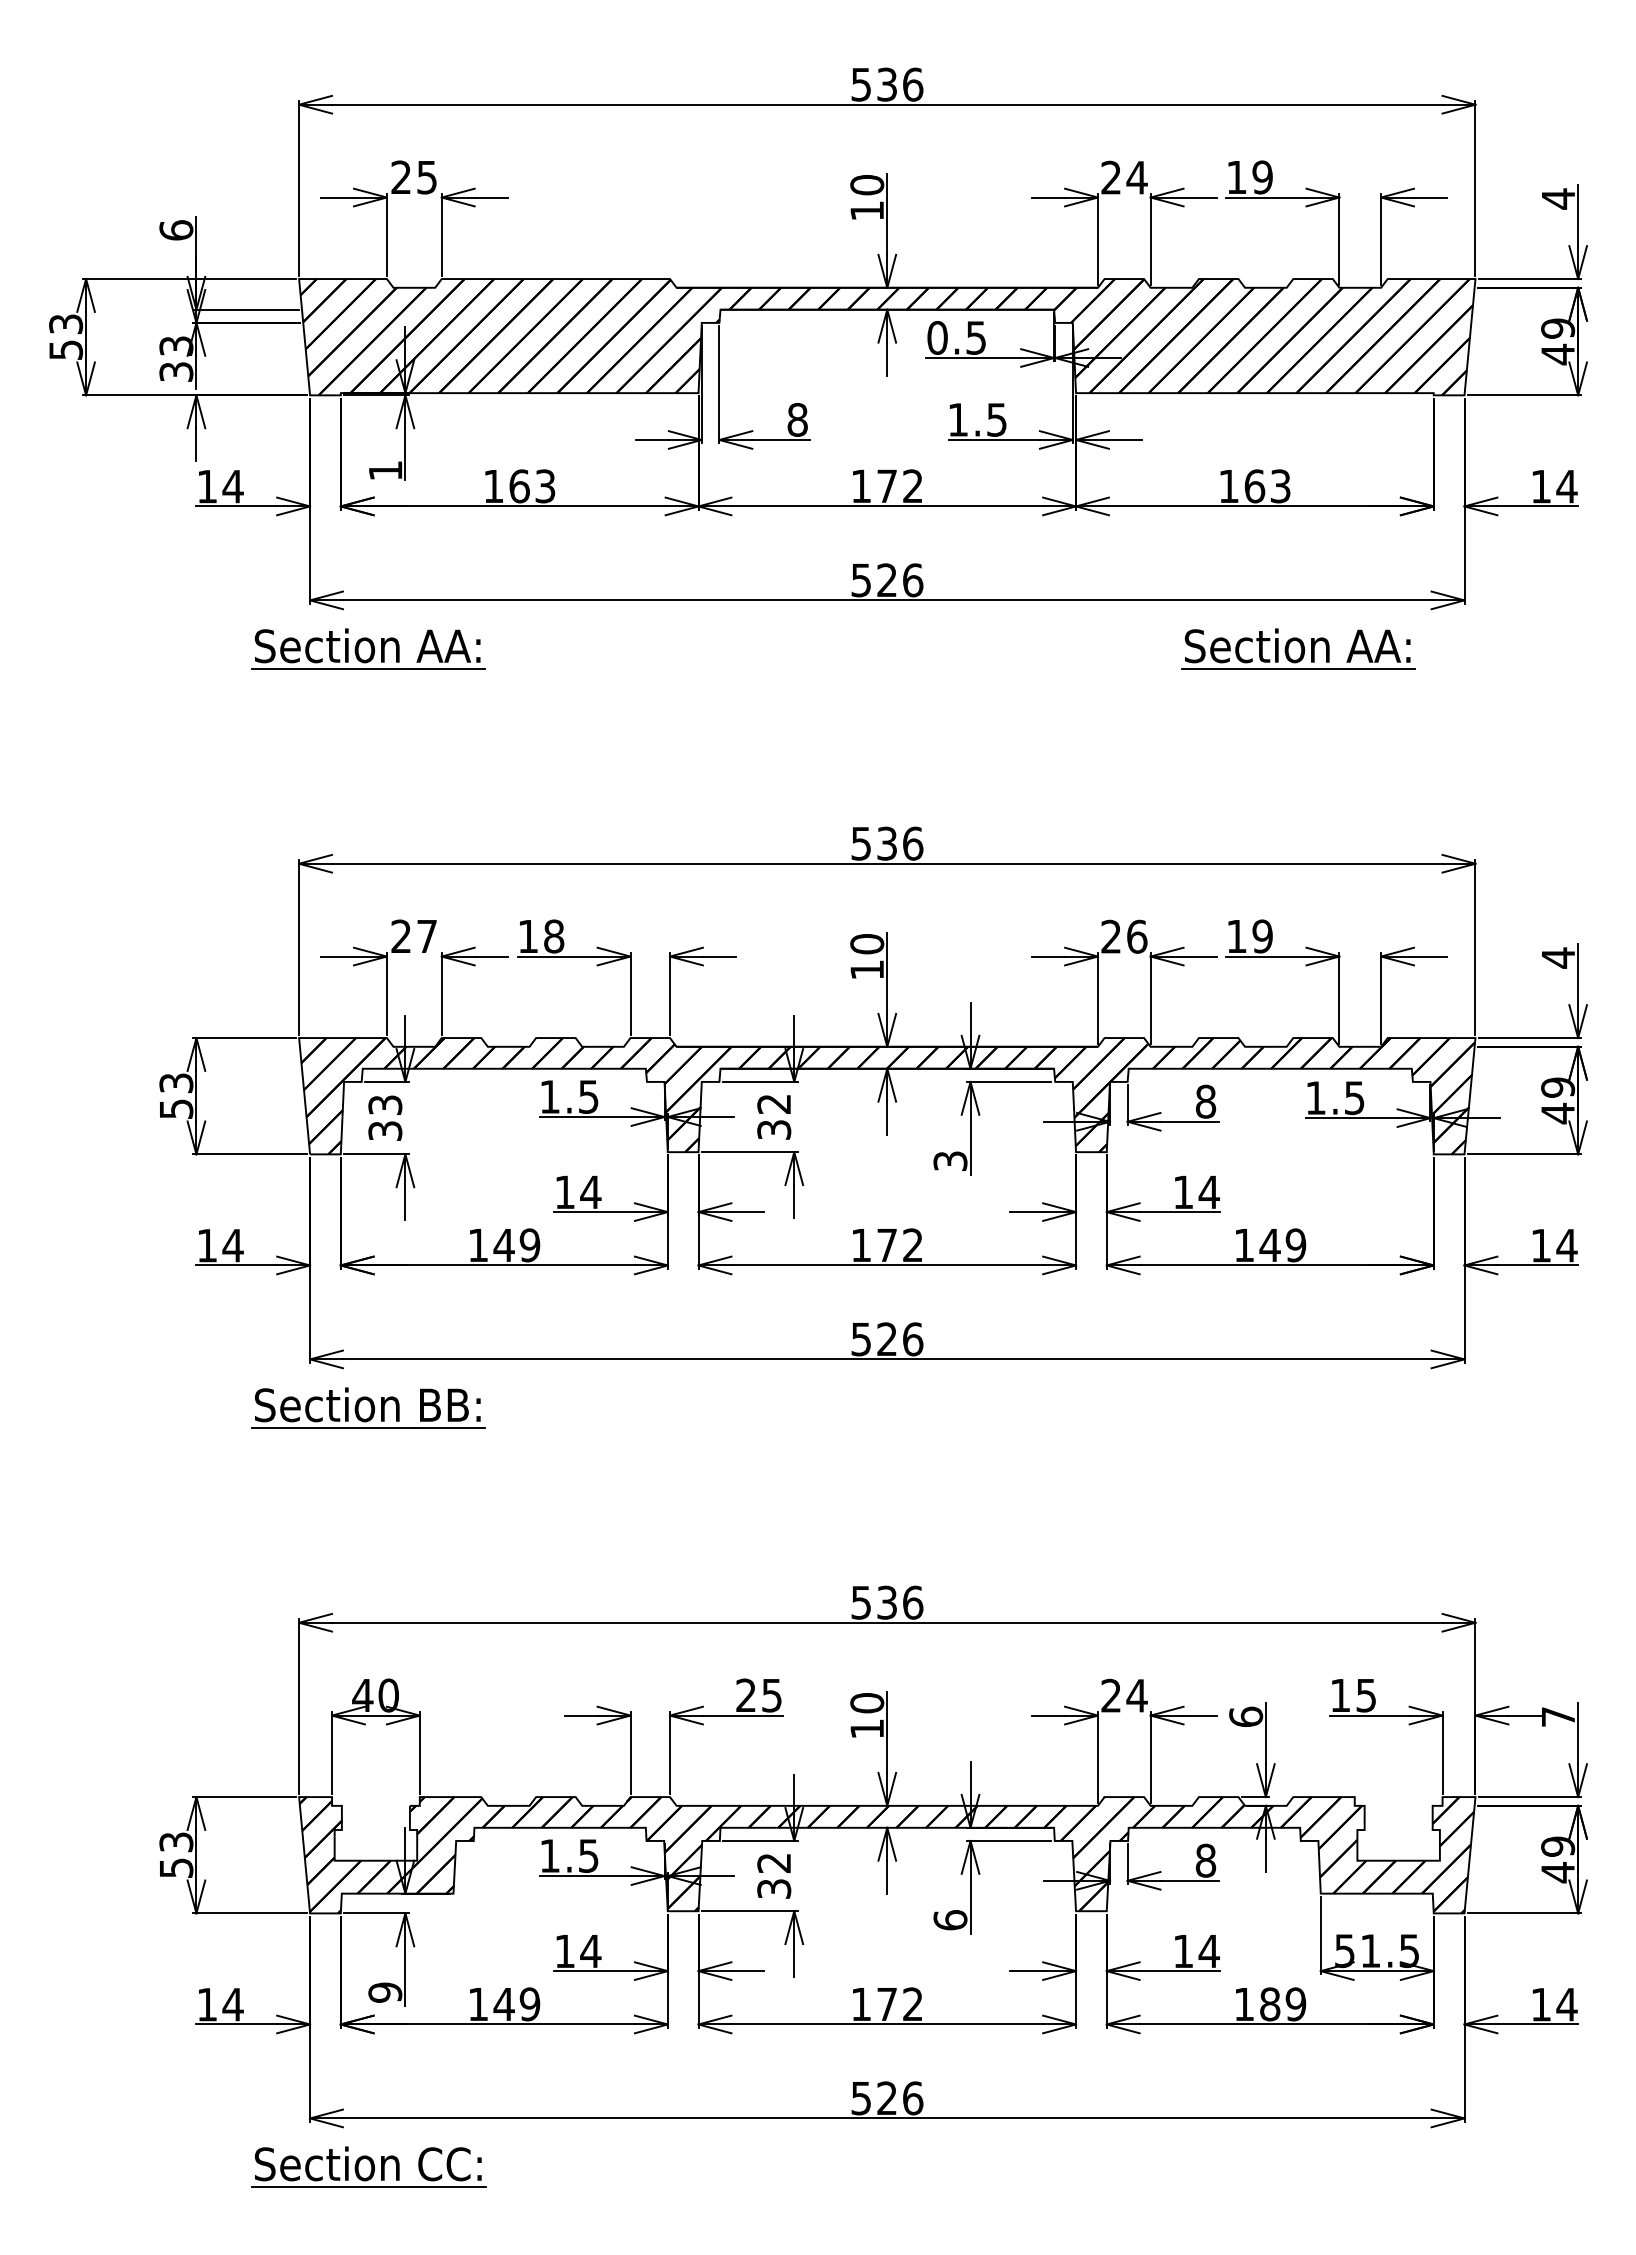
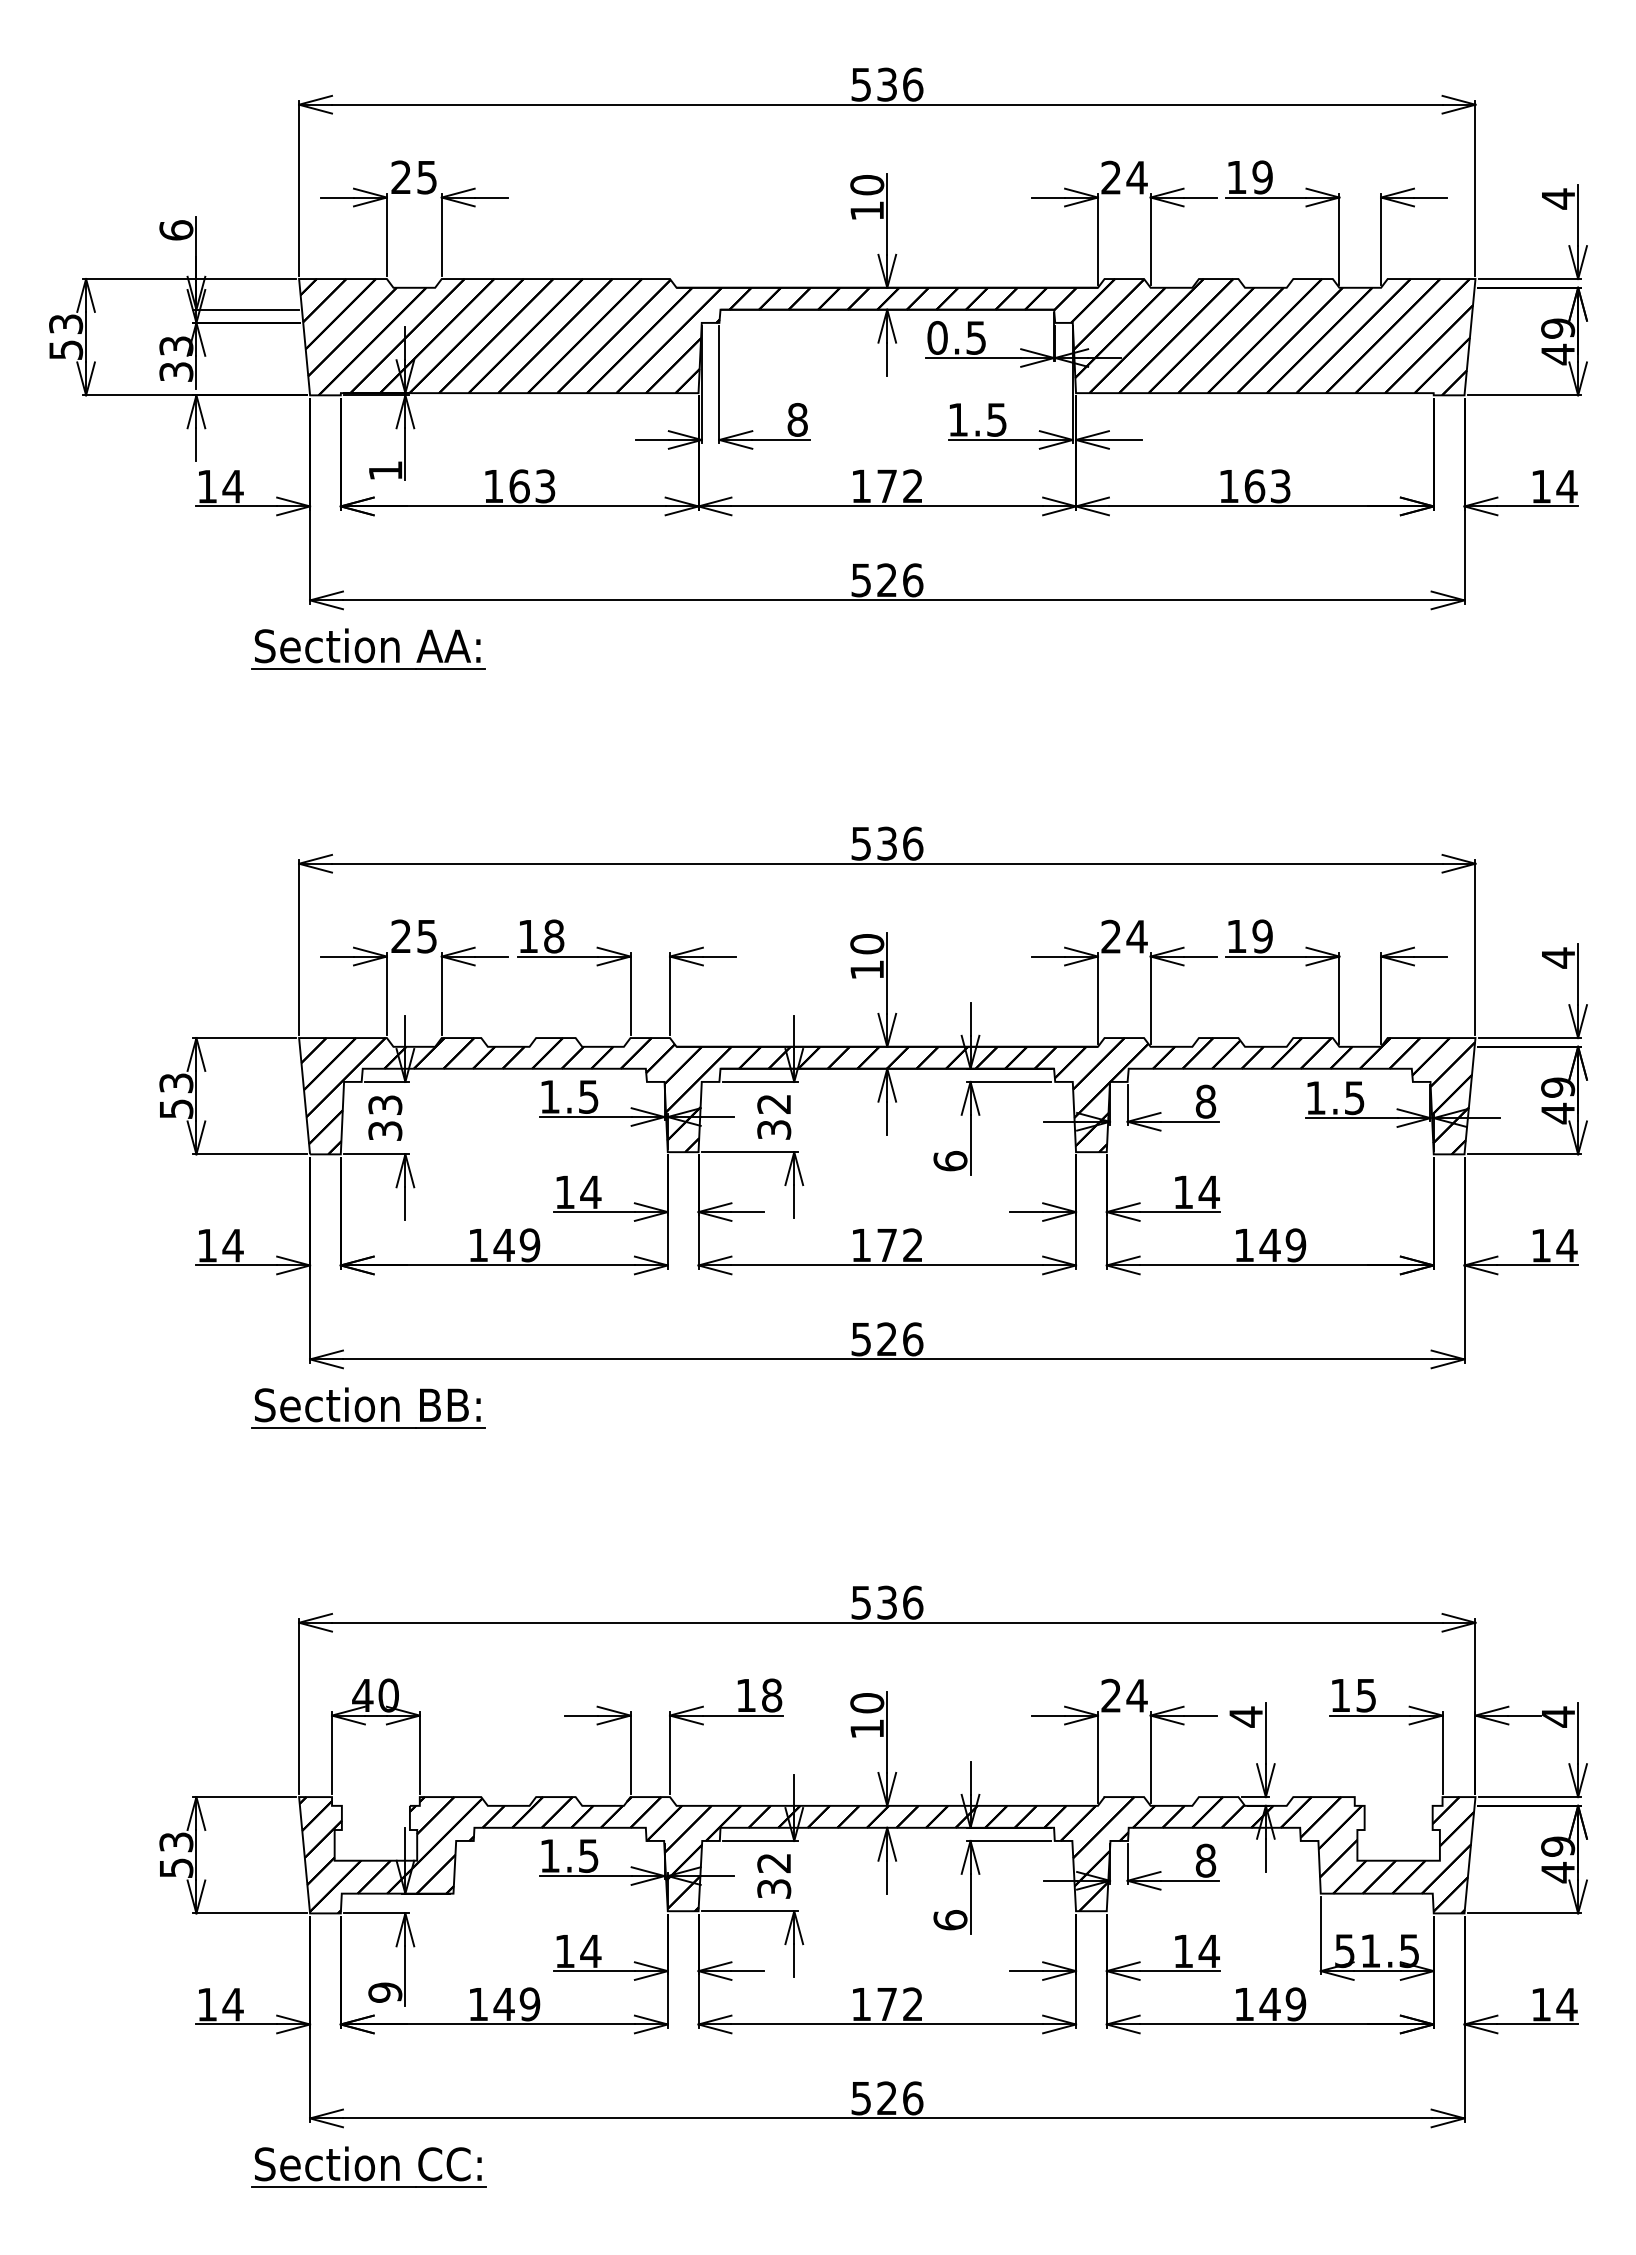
part at (1298, 648): present -> none
text at (426, 936): 27 -> 25
text at (1136, 936): 26 -> 24
text at (950, 1160): 3 -> 6
text at (759, 1695): 25 -> 18
text at (1246, 1716): 6 -> 4
text at (1558, 1716): 7 -> 4
text at (1269, 2004): 189 -> 149
